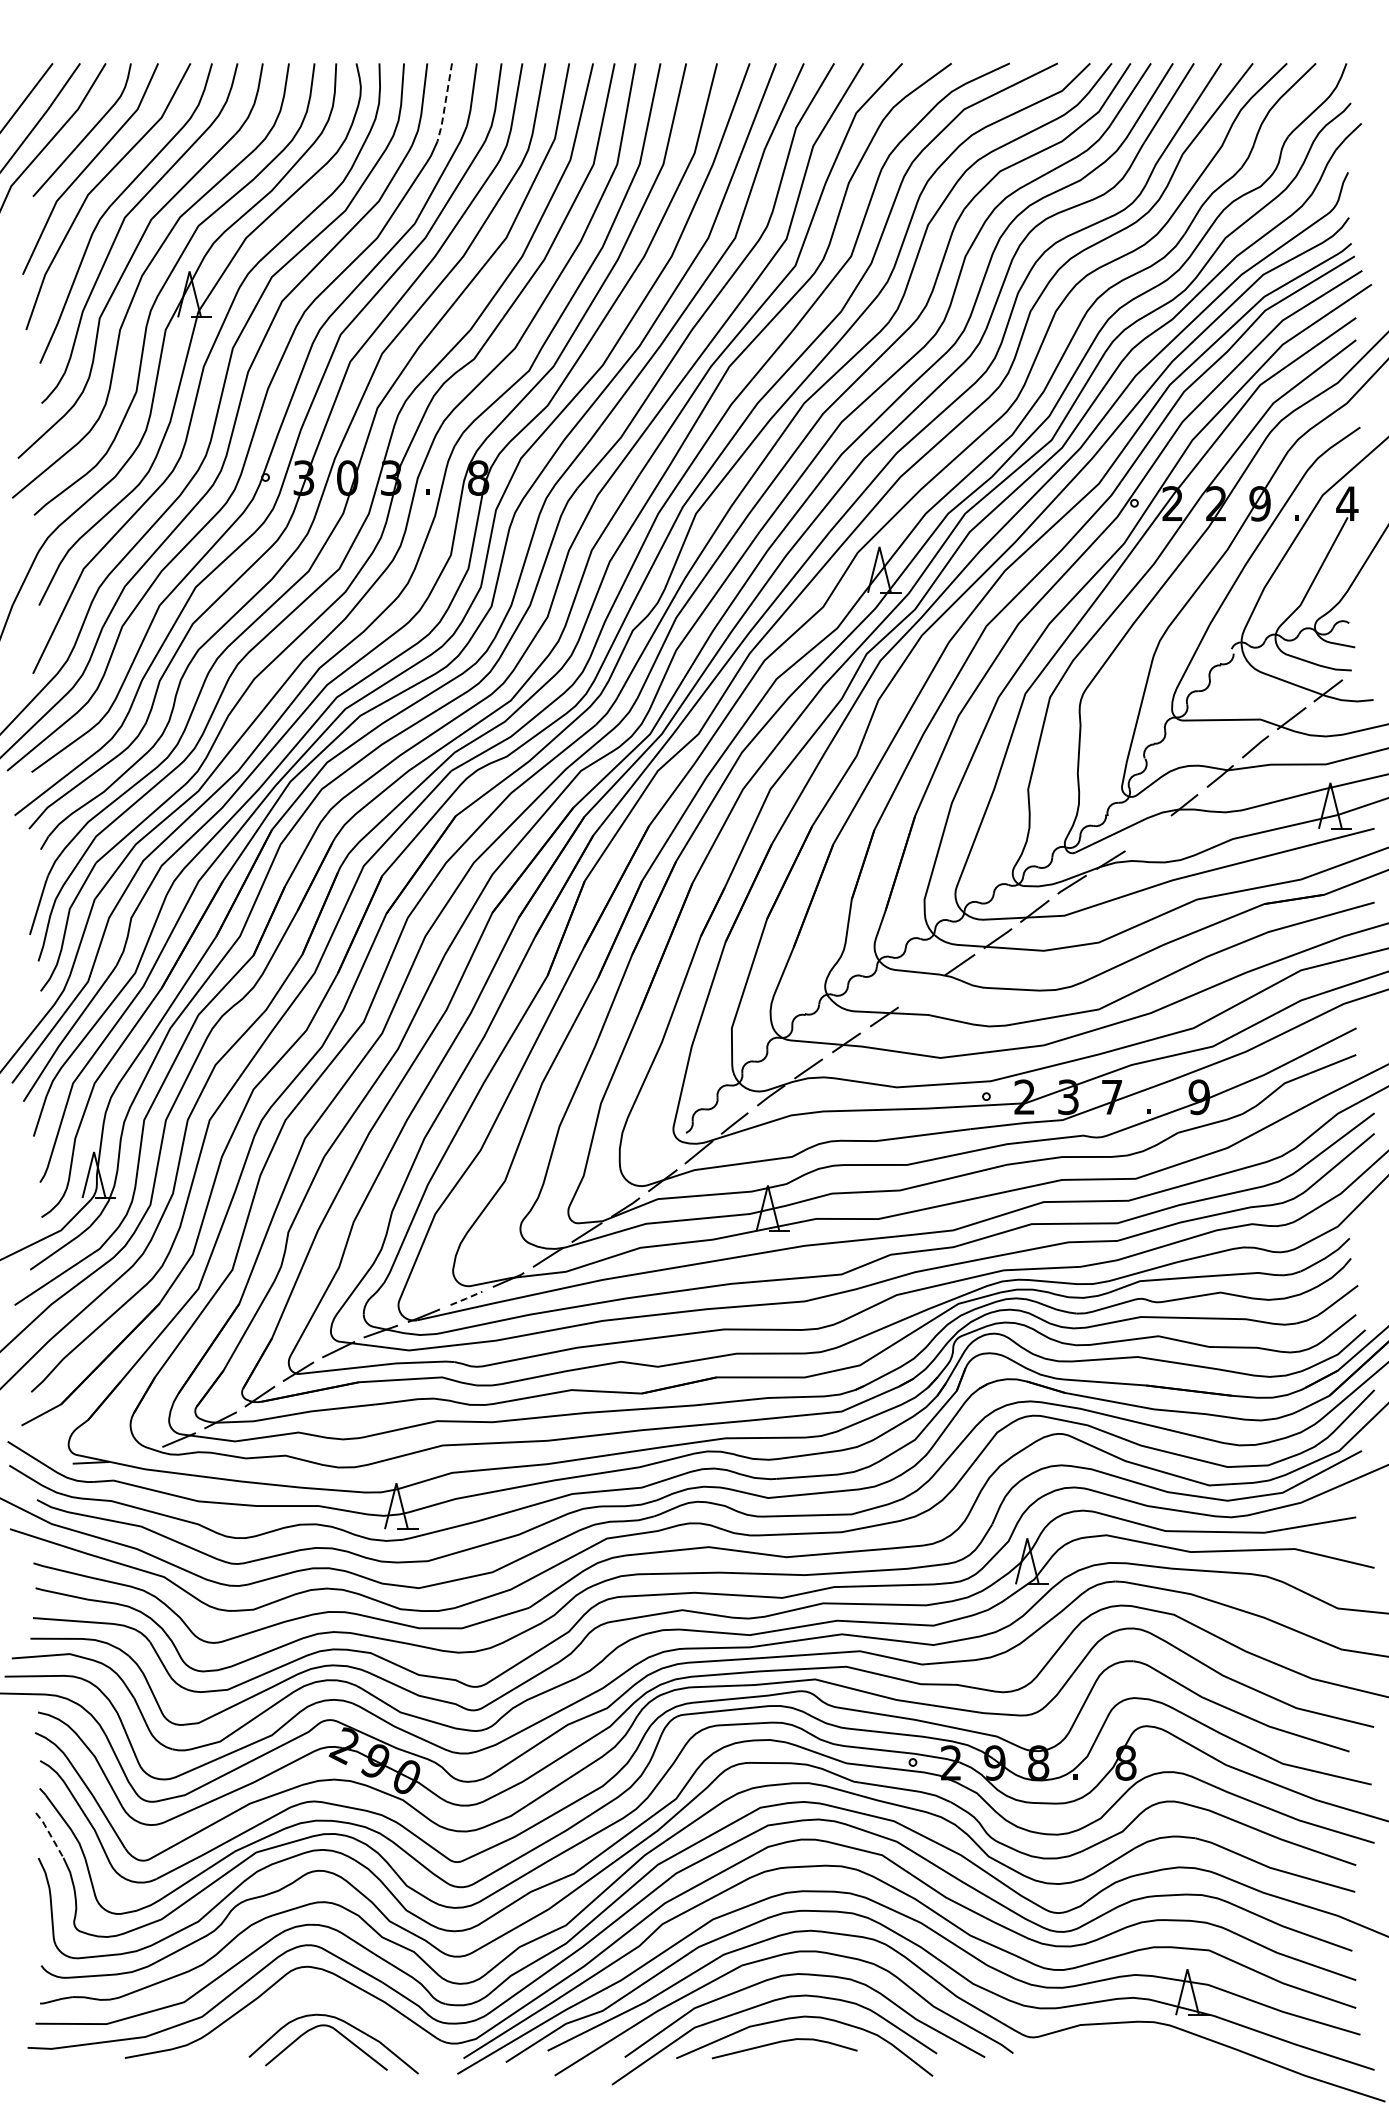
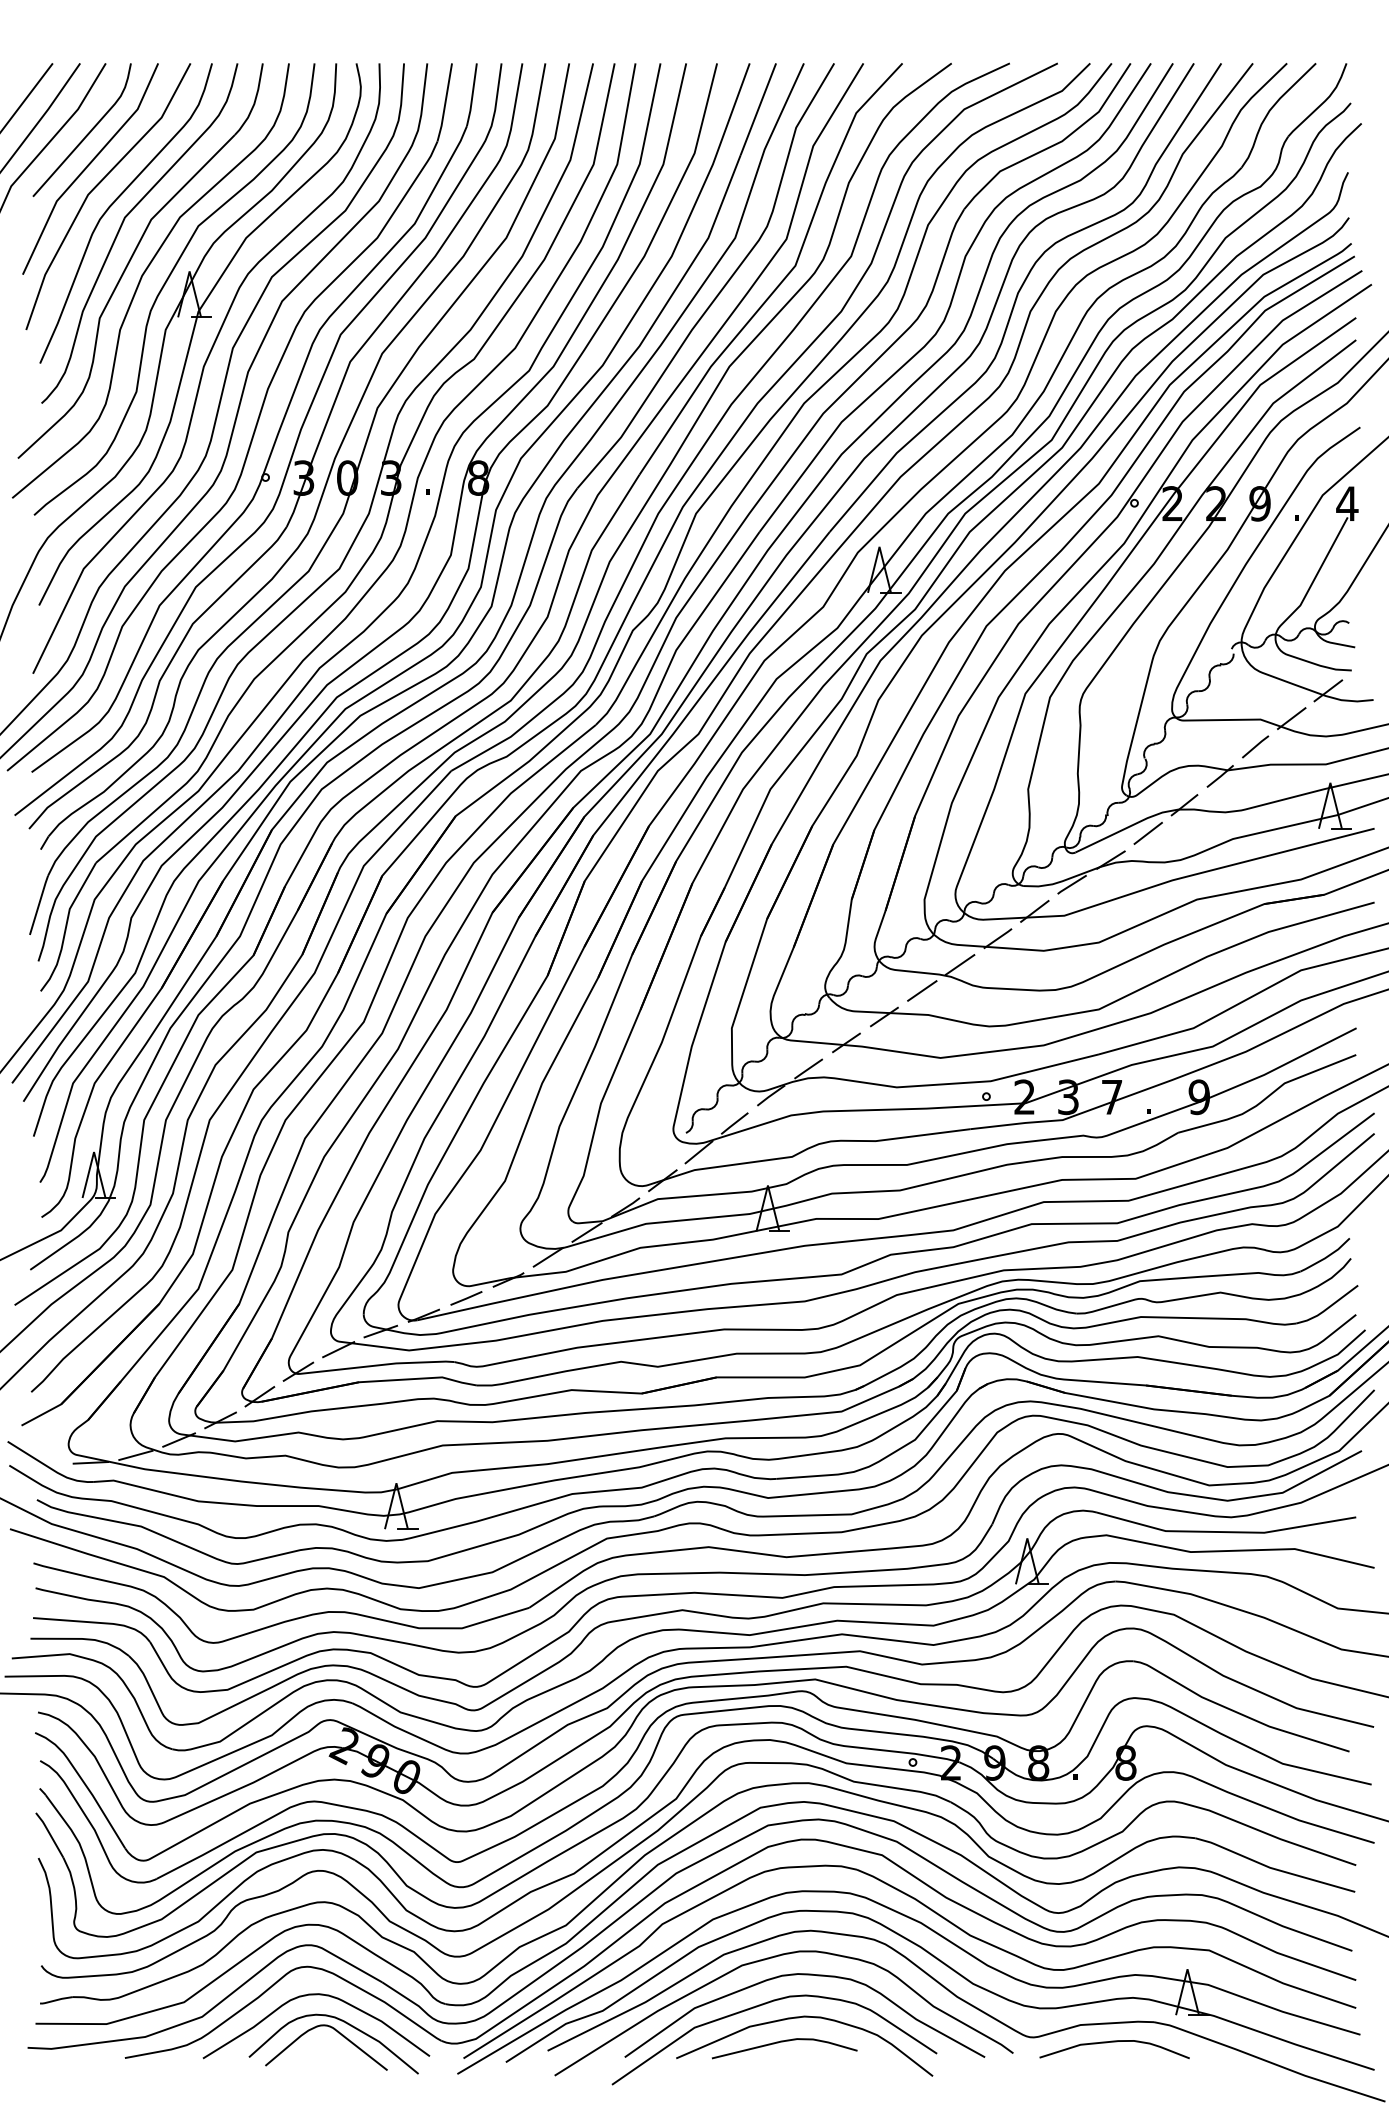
line at (445, 103): dashed -> solid
line at (1147, 832): none -> present
line at (922, 990): none -> present
line at (466, 1298): dashed -> solid
line at (135, 1455): none -> present
line at (49, 1833): dashed -> solid
curve at (316, 1995): none -> present
curve at (1114, 2042): none -> present
